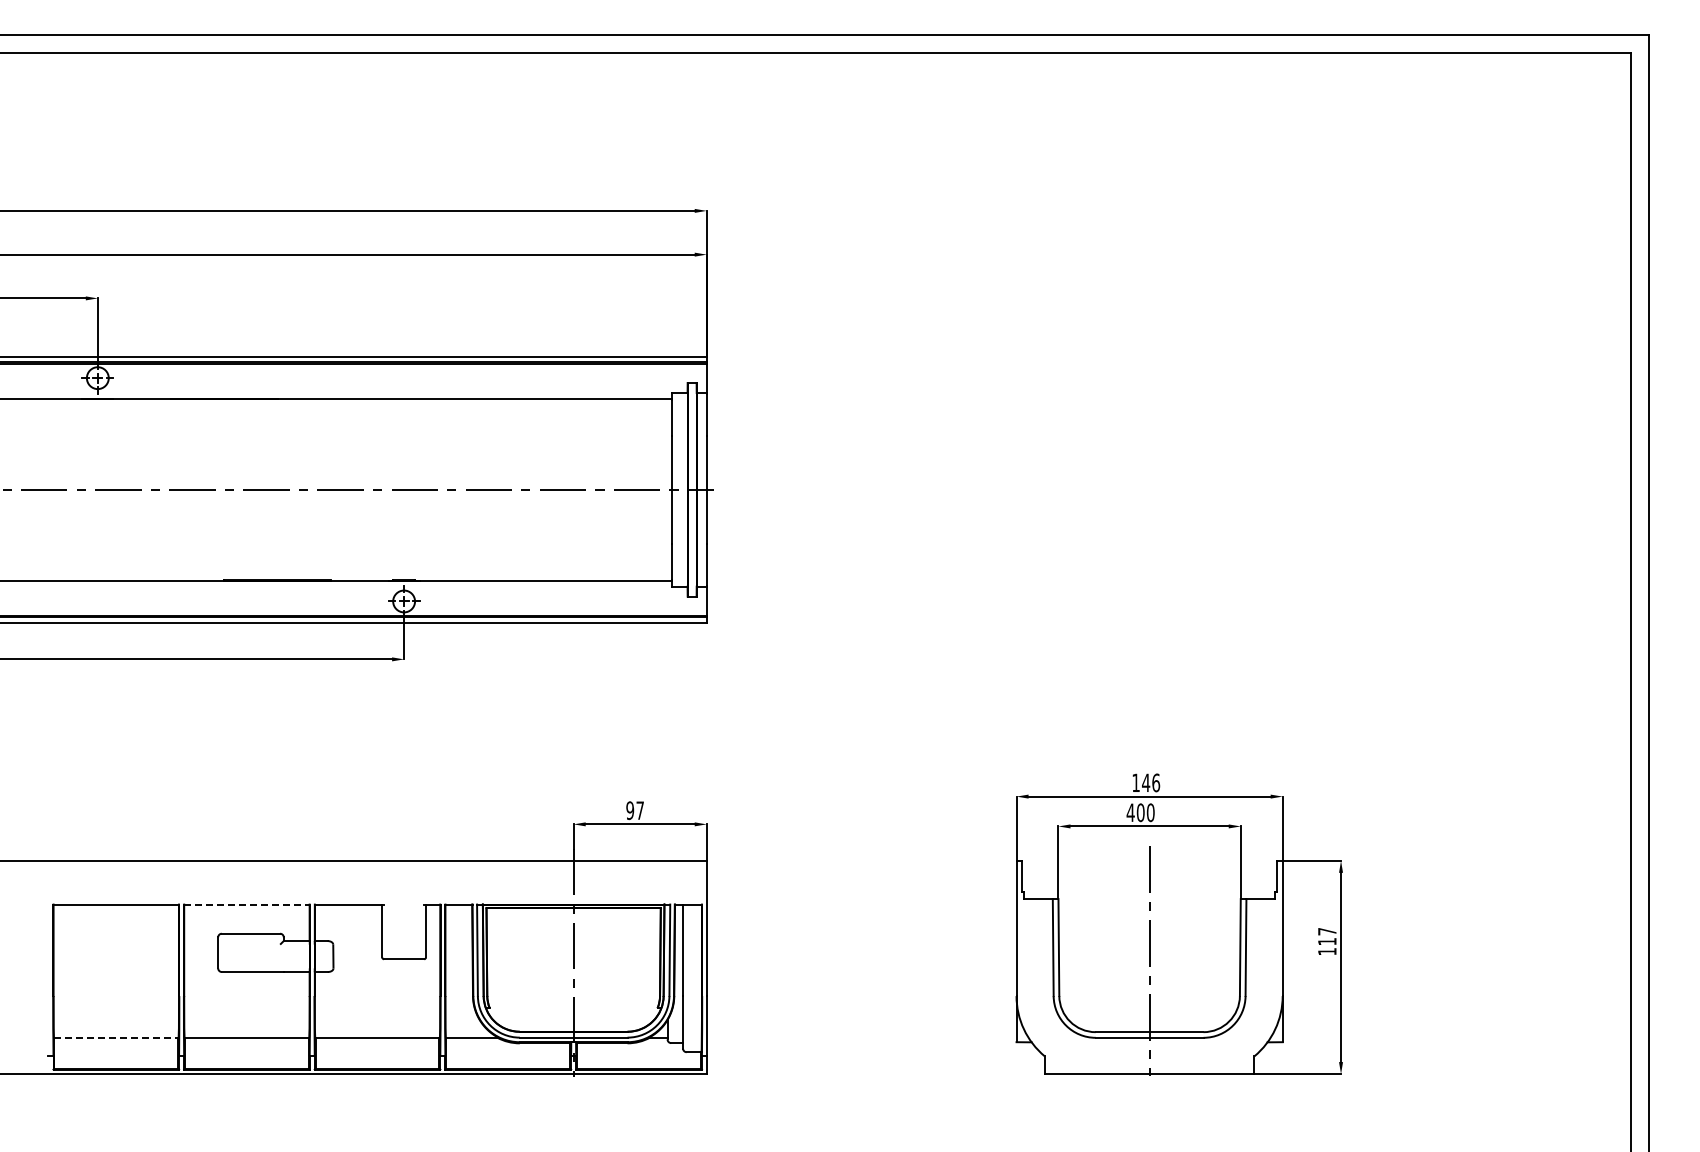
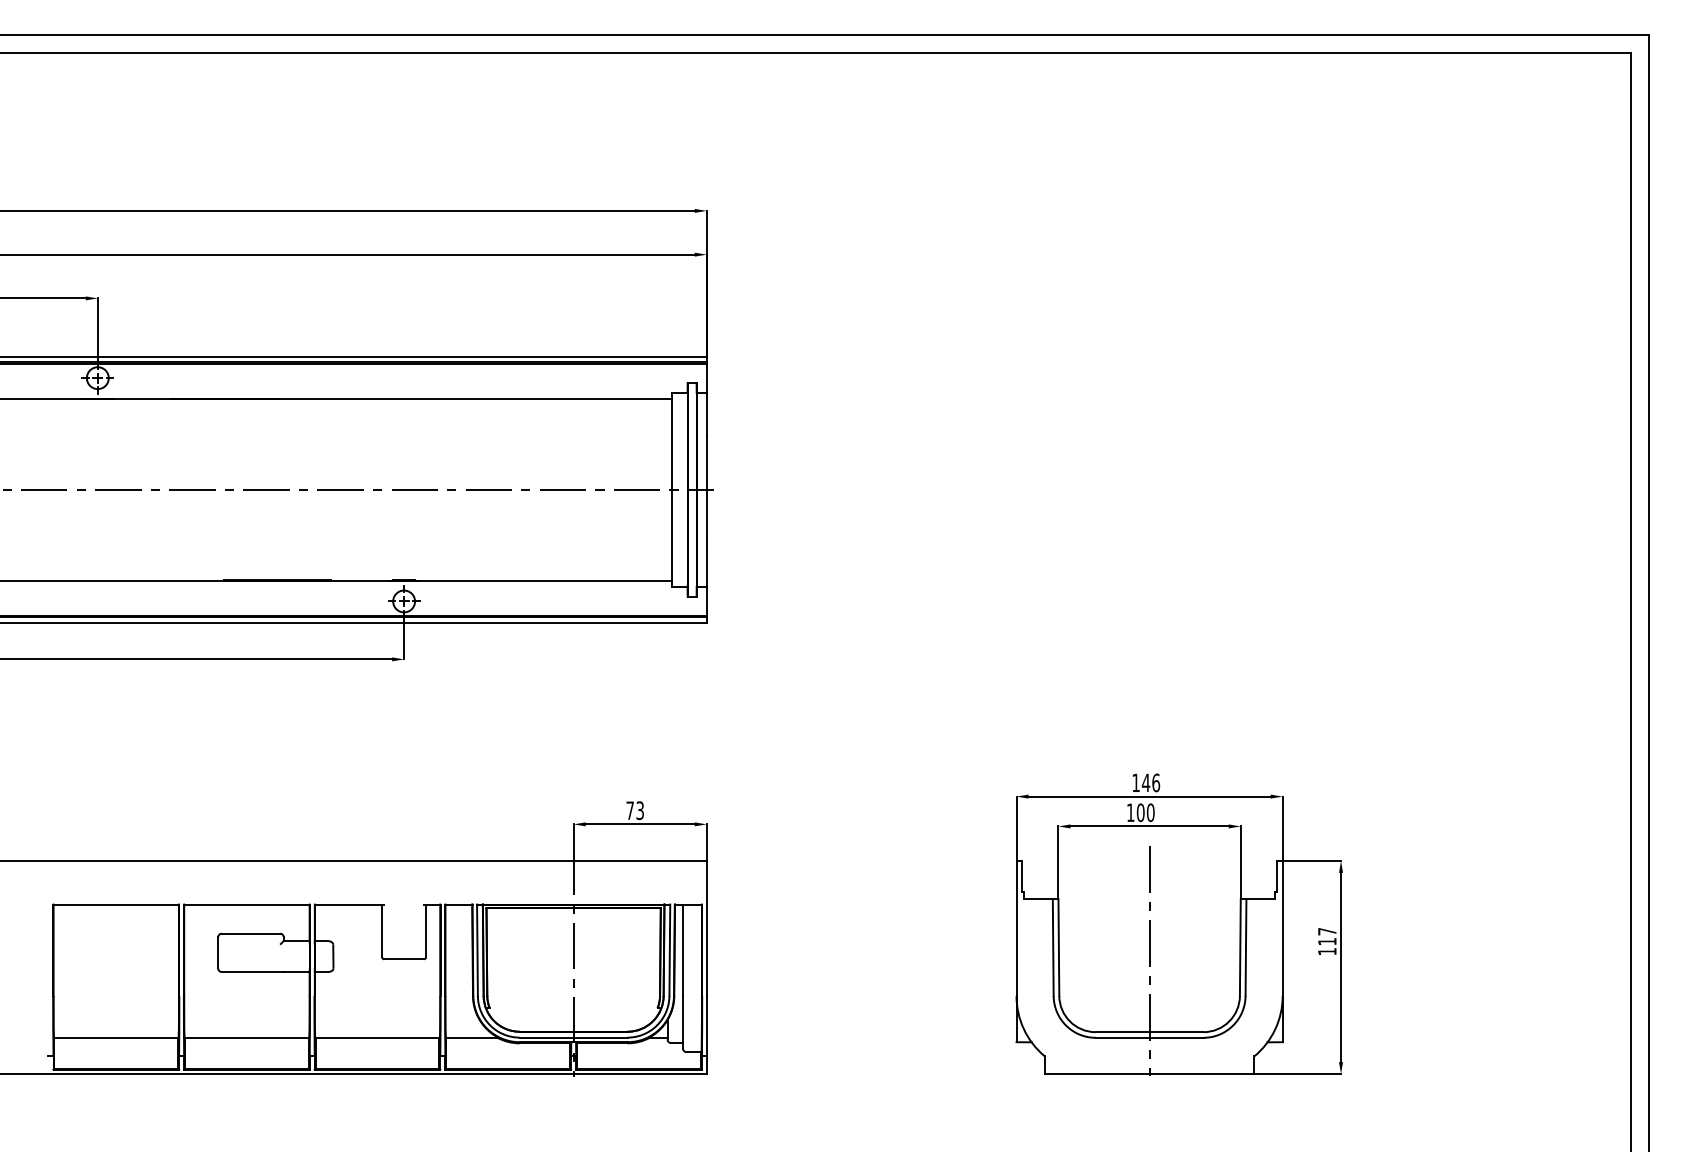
text at (634, 810): 97 -> 73
text at (1130, 812): 400 -> 100
line at (247, 904): dashed -> solid
line at (116, 1037): dashed -> solid
